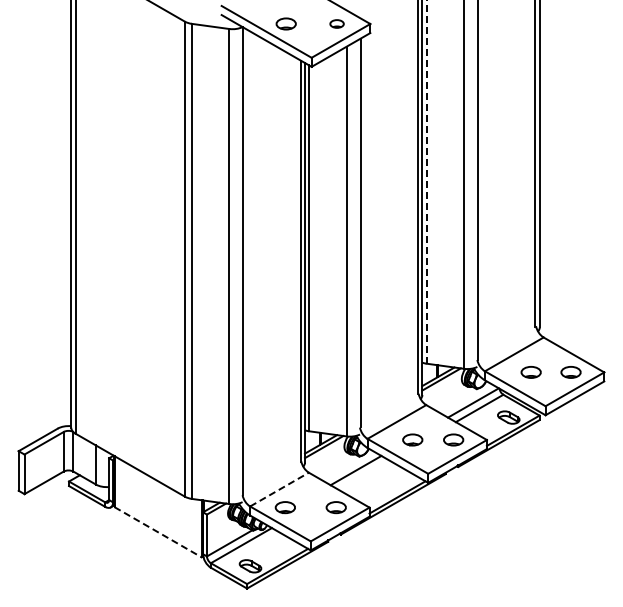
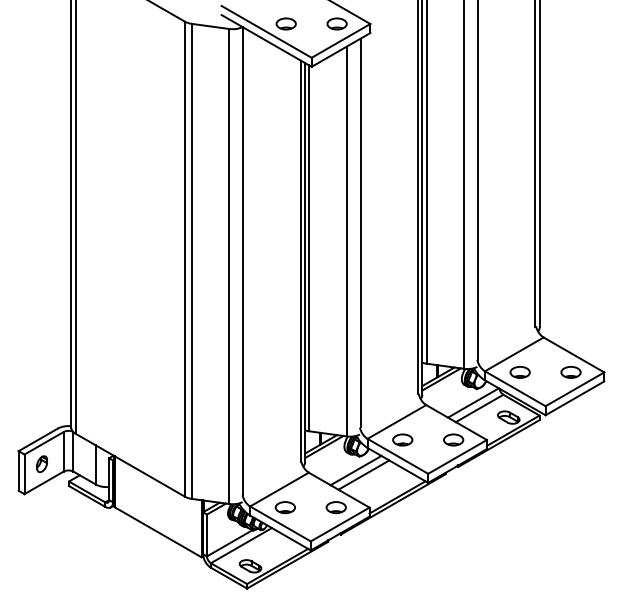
part at (336, 23) size: 16x10 px -> 22x14 px
line at (426, 181): dashed -> solid
part at (530, 372) position: (530, 372) -> (519, 372)
part at (412, 439) position: (412, 439) -> (402, 439)
part at (42, 464): none -> present
line at (363, 474): none -> present
line at (279, 489): dashed -> solid
line at (158, 532): dashed -> solid
